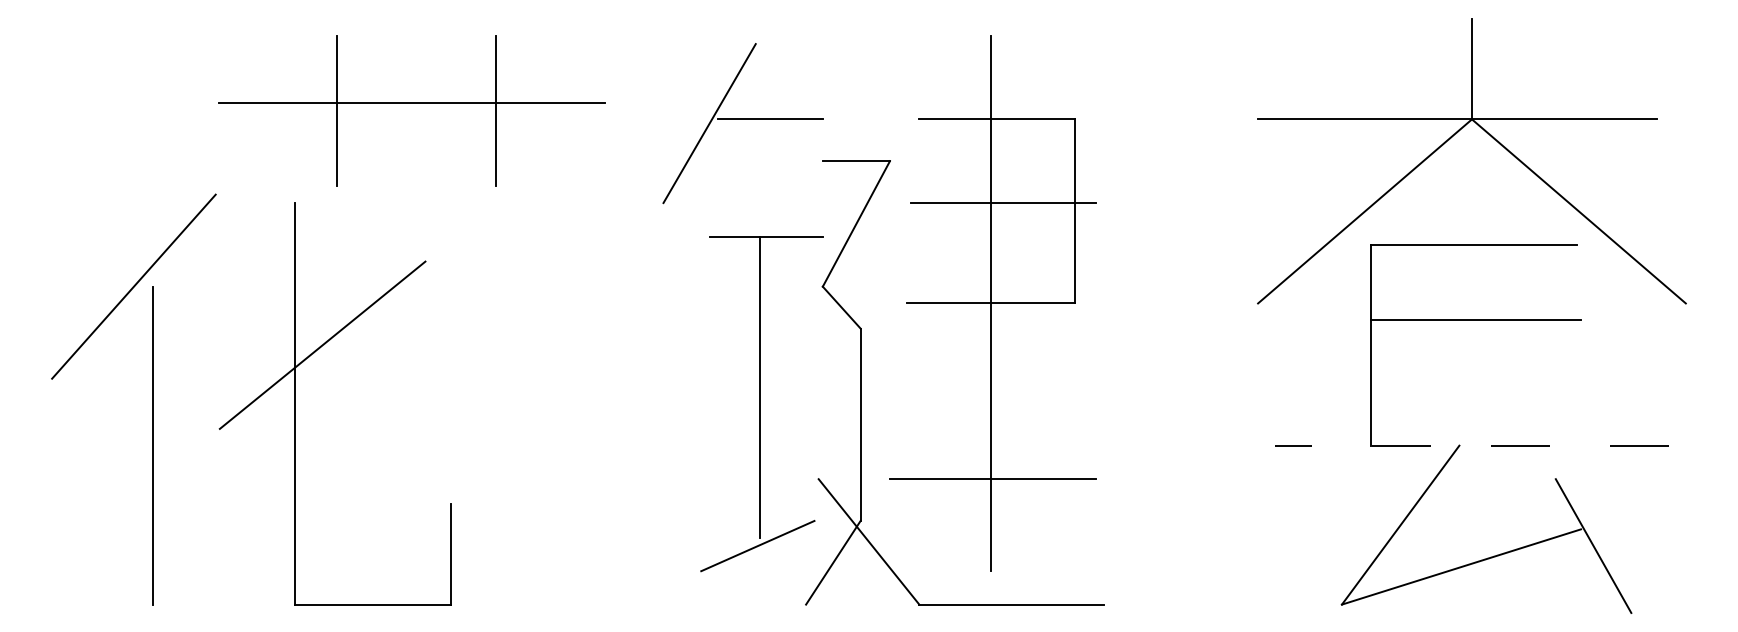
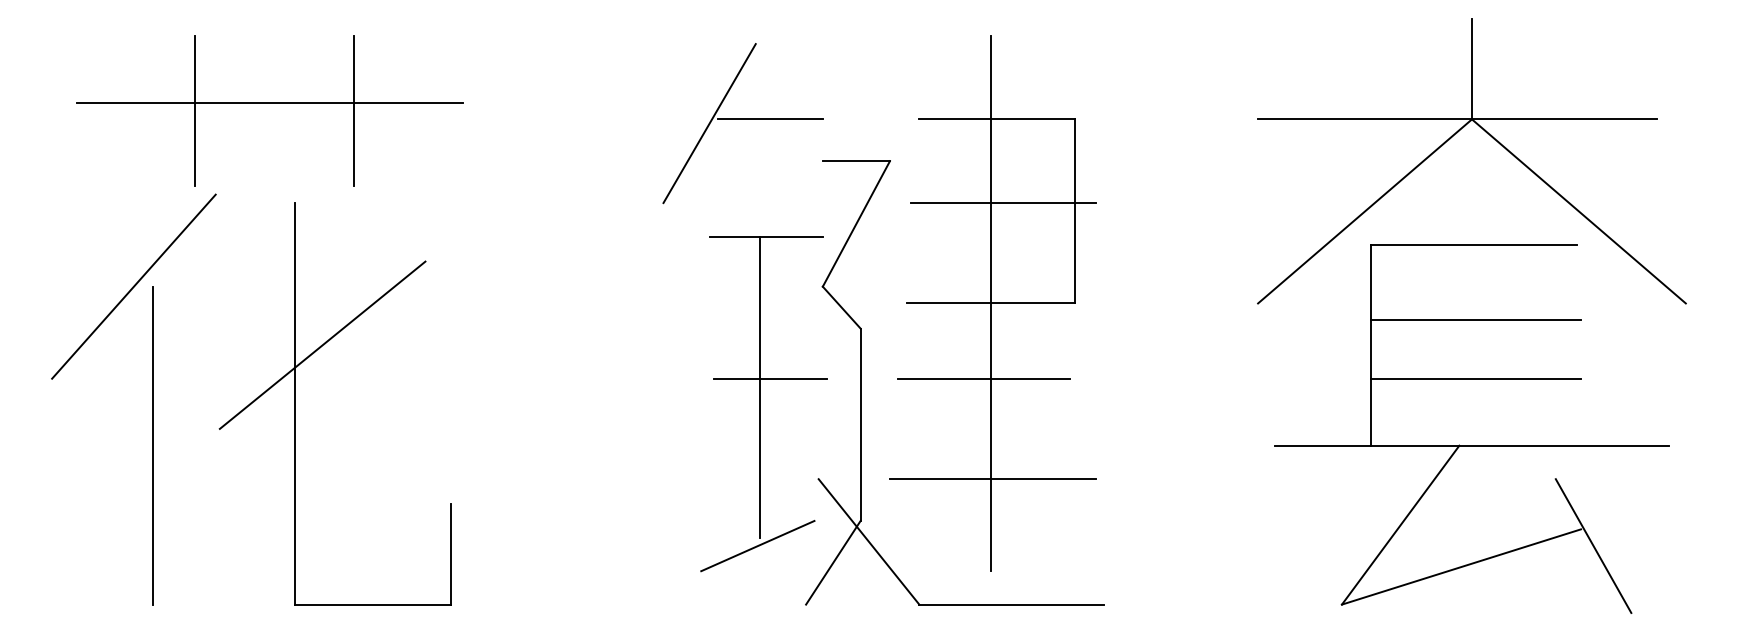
part at (411, 103) position: (411, 103) -> (269, 103)
line at (770, 378): none -> present
line at (984, 378): none -> present
line at (1476, 378): none -> present
line at (1471, 445): dashed -> solid
